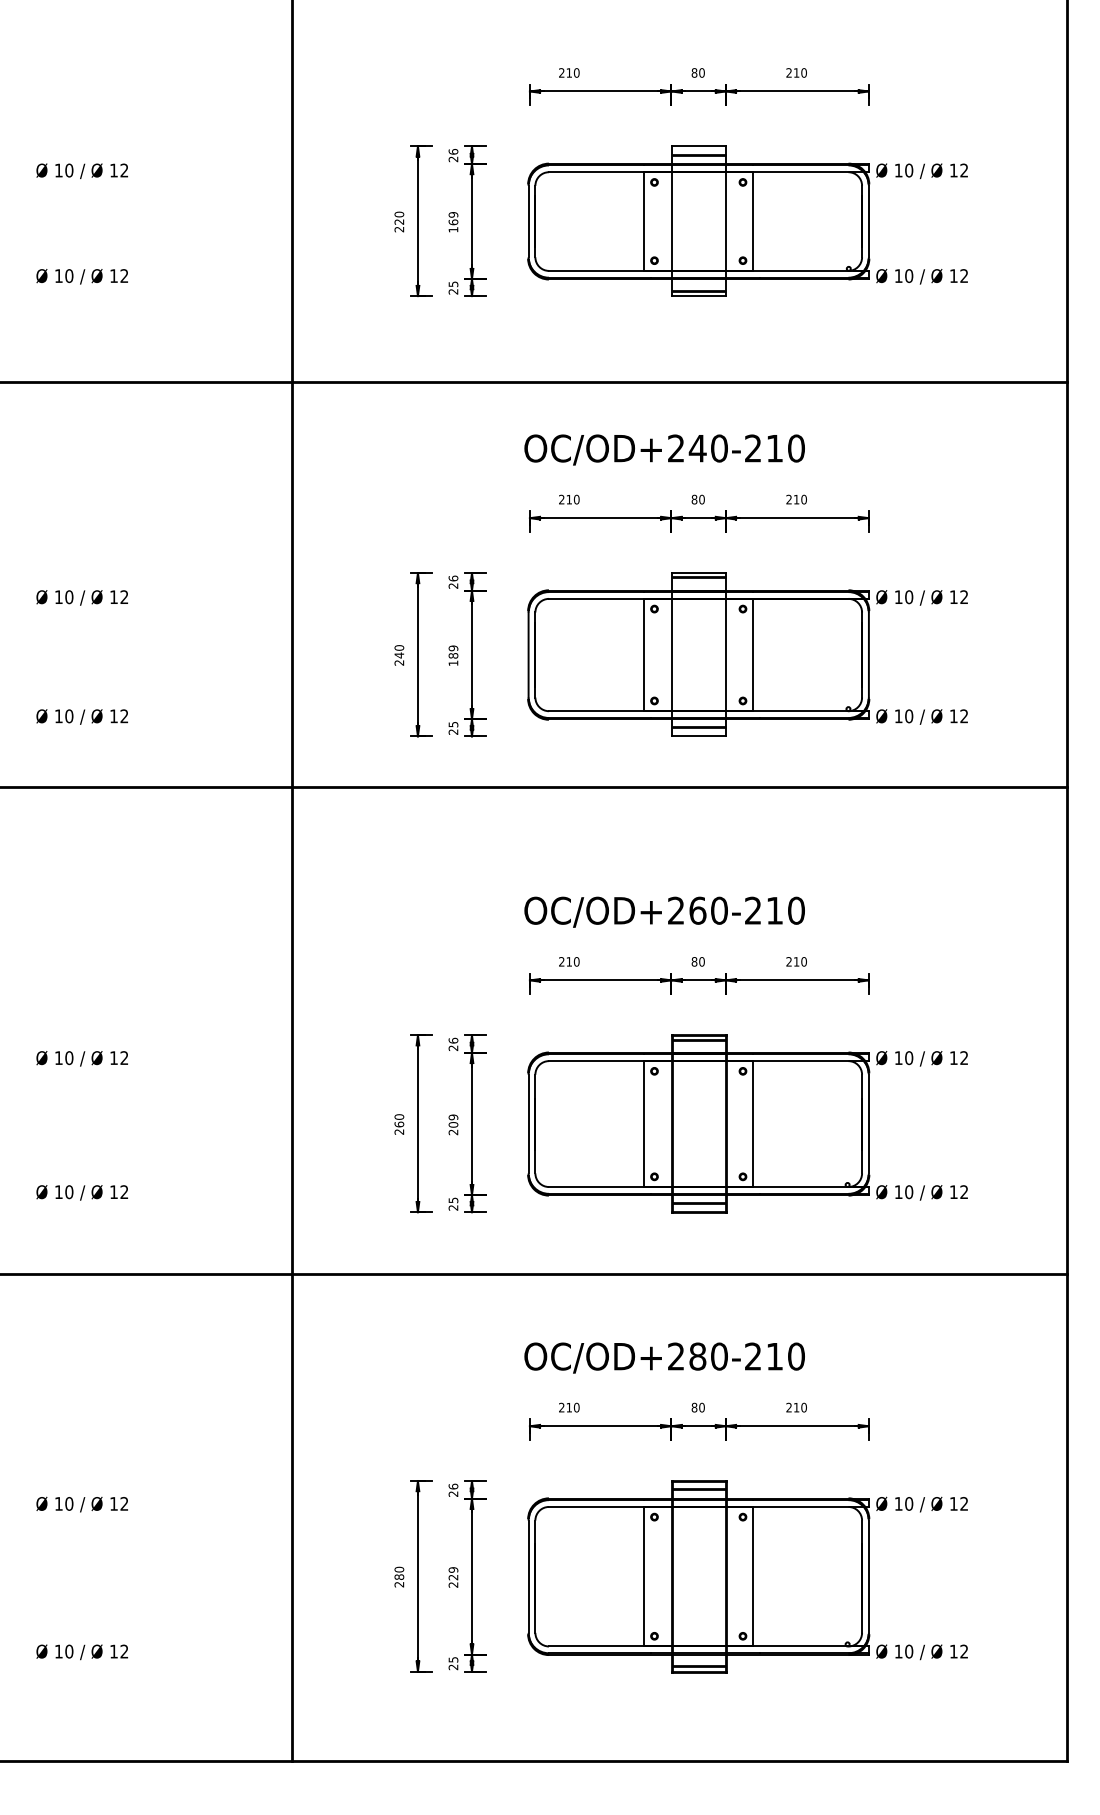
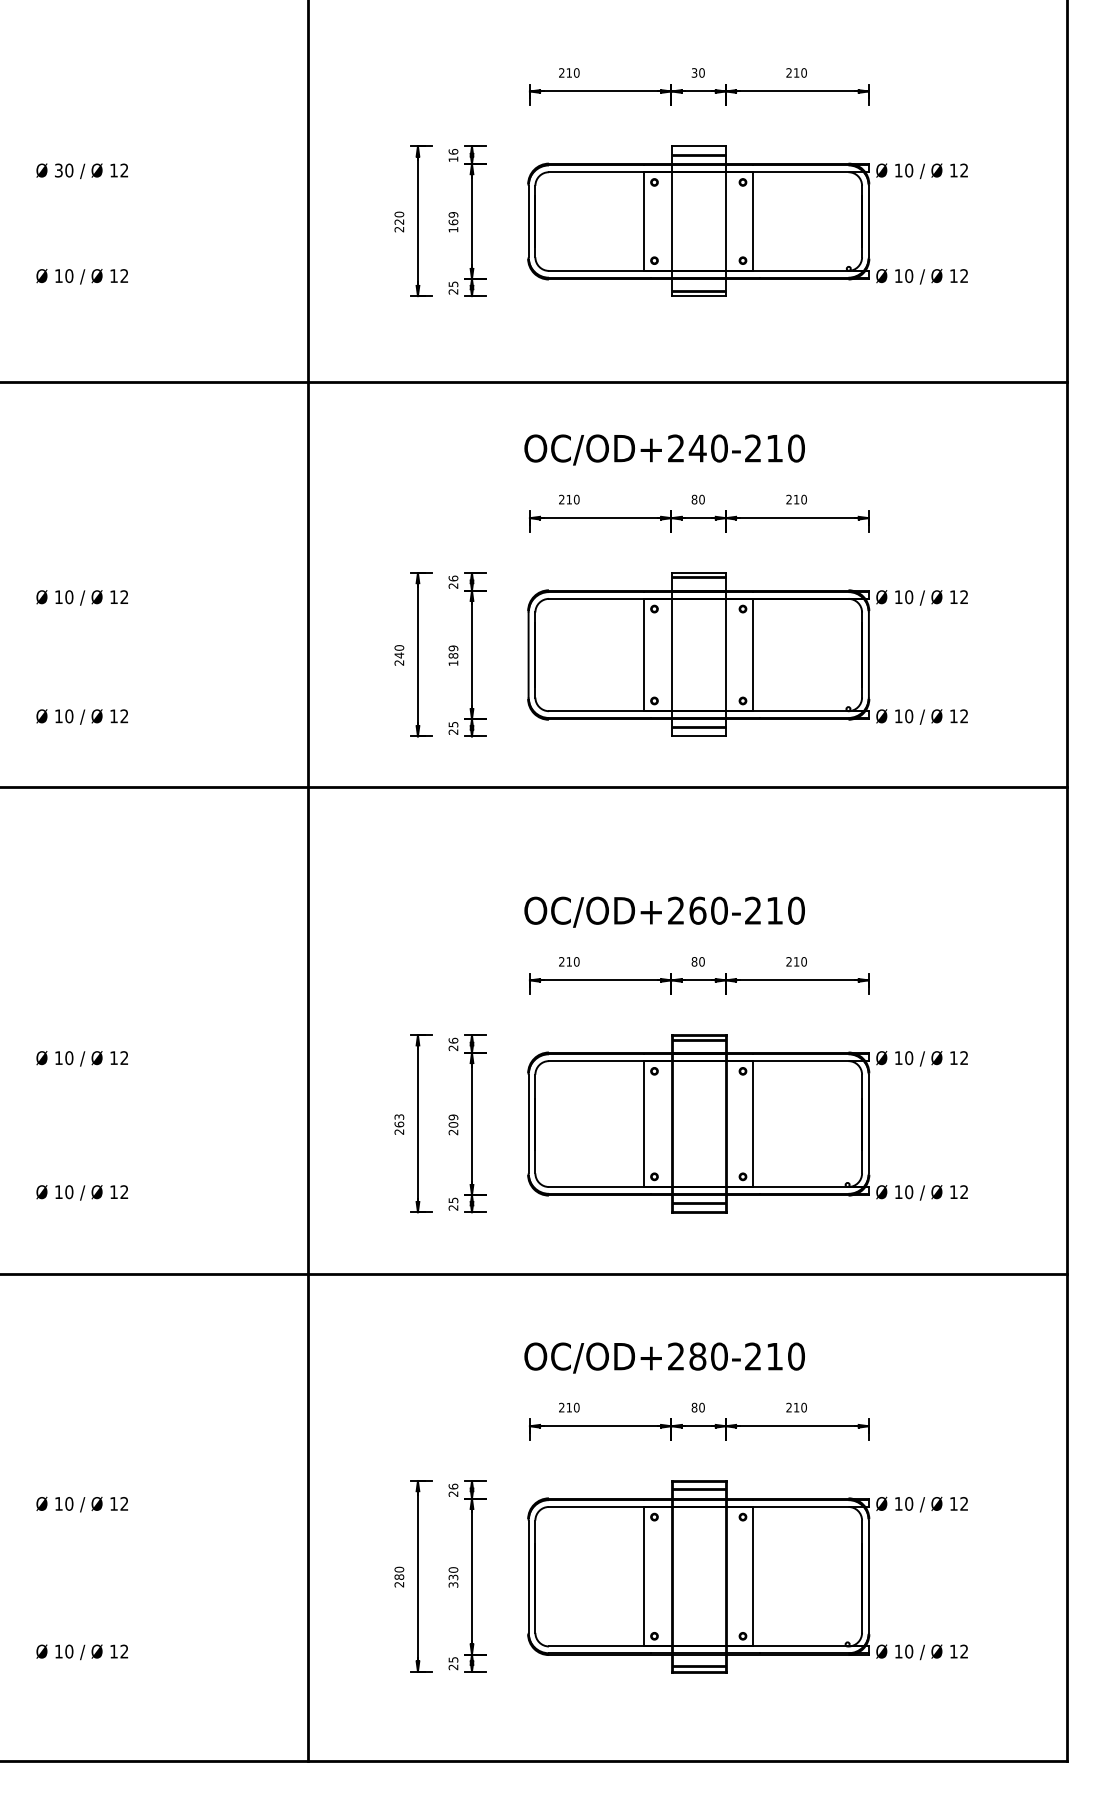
text at (694, 72): 80 -> 30
text at (453, 159): 26 -> 16
text at (58, 170): 10 -> 30
line at (292, 881) position: (292, 881) -> (308, 881)
text at (399, 1116): 260 -> 263
text at (453, 1577): 229 -> 330
